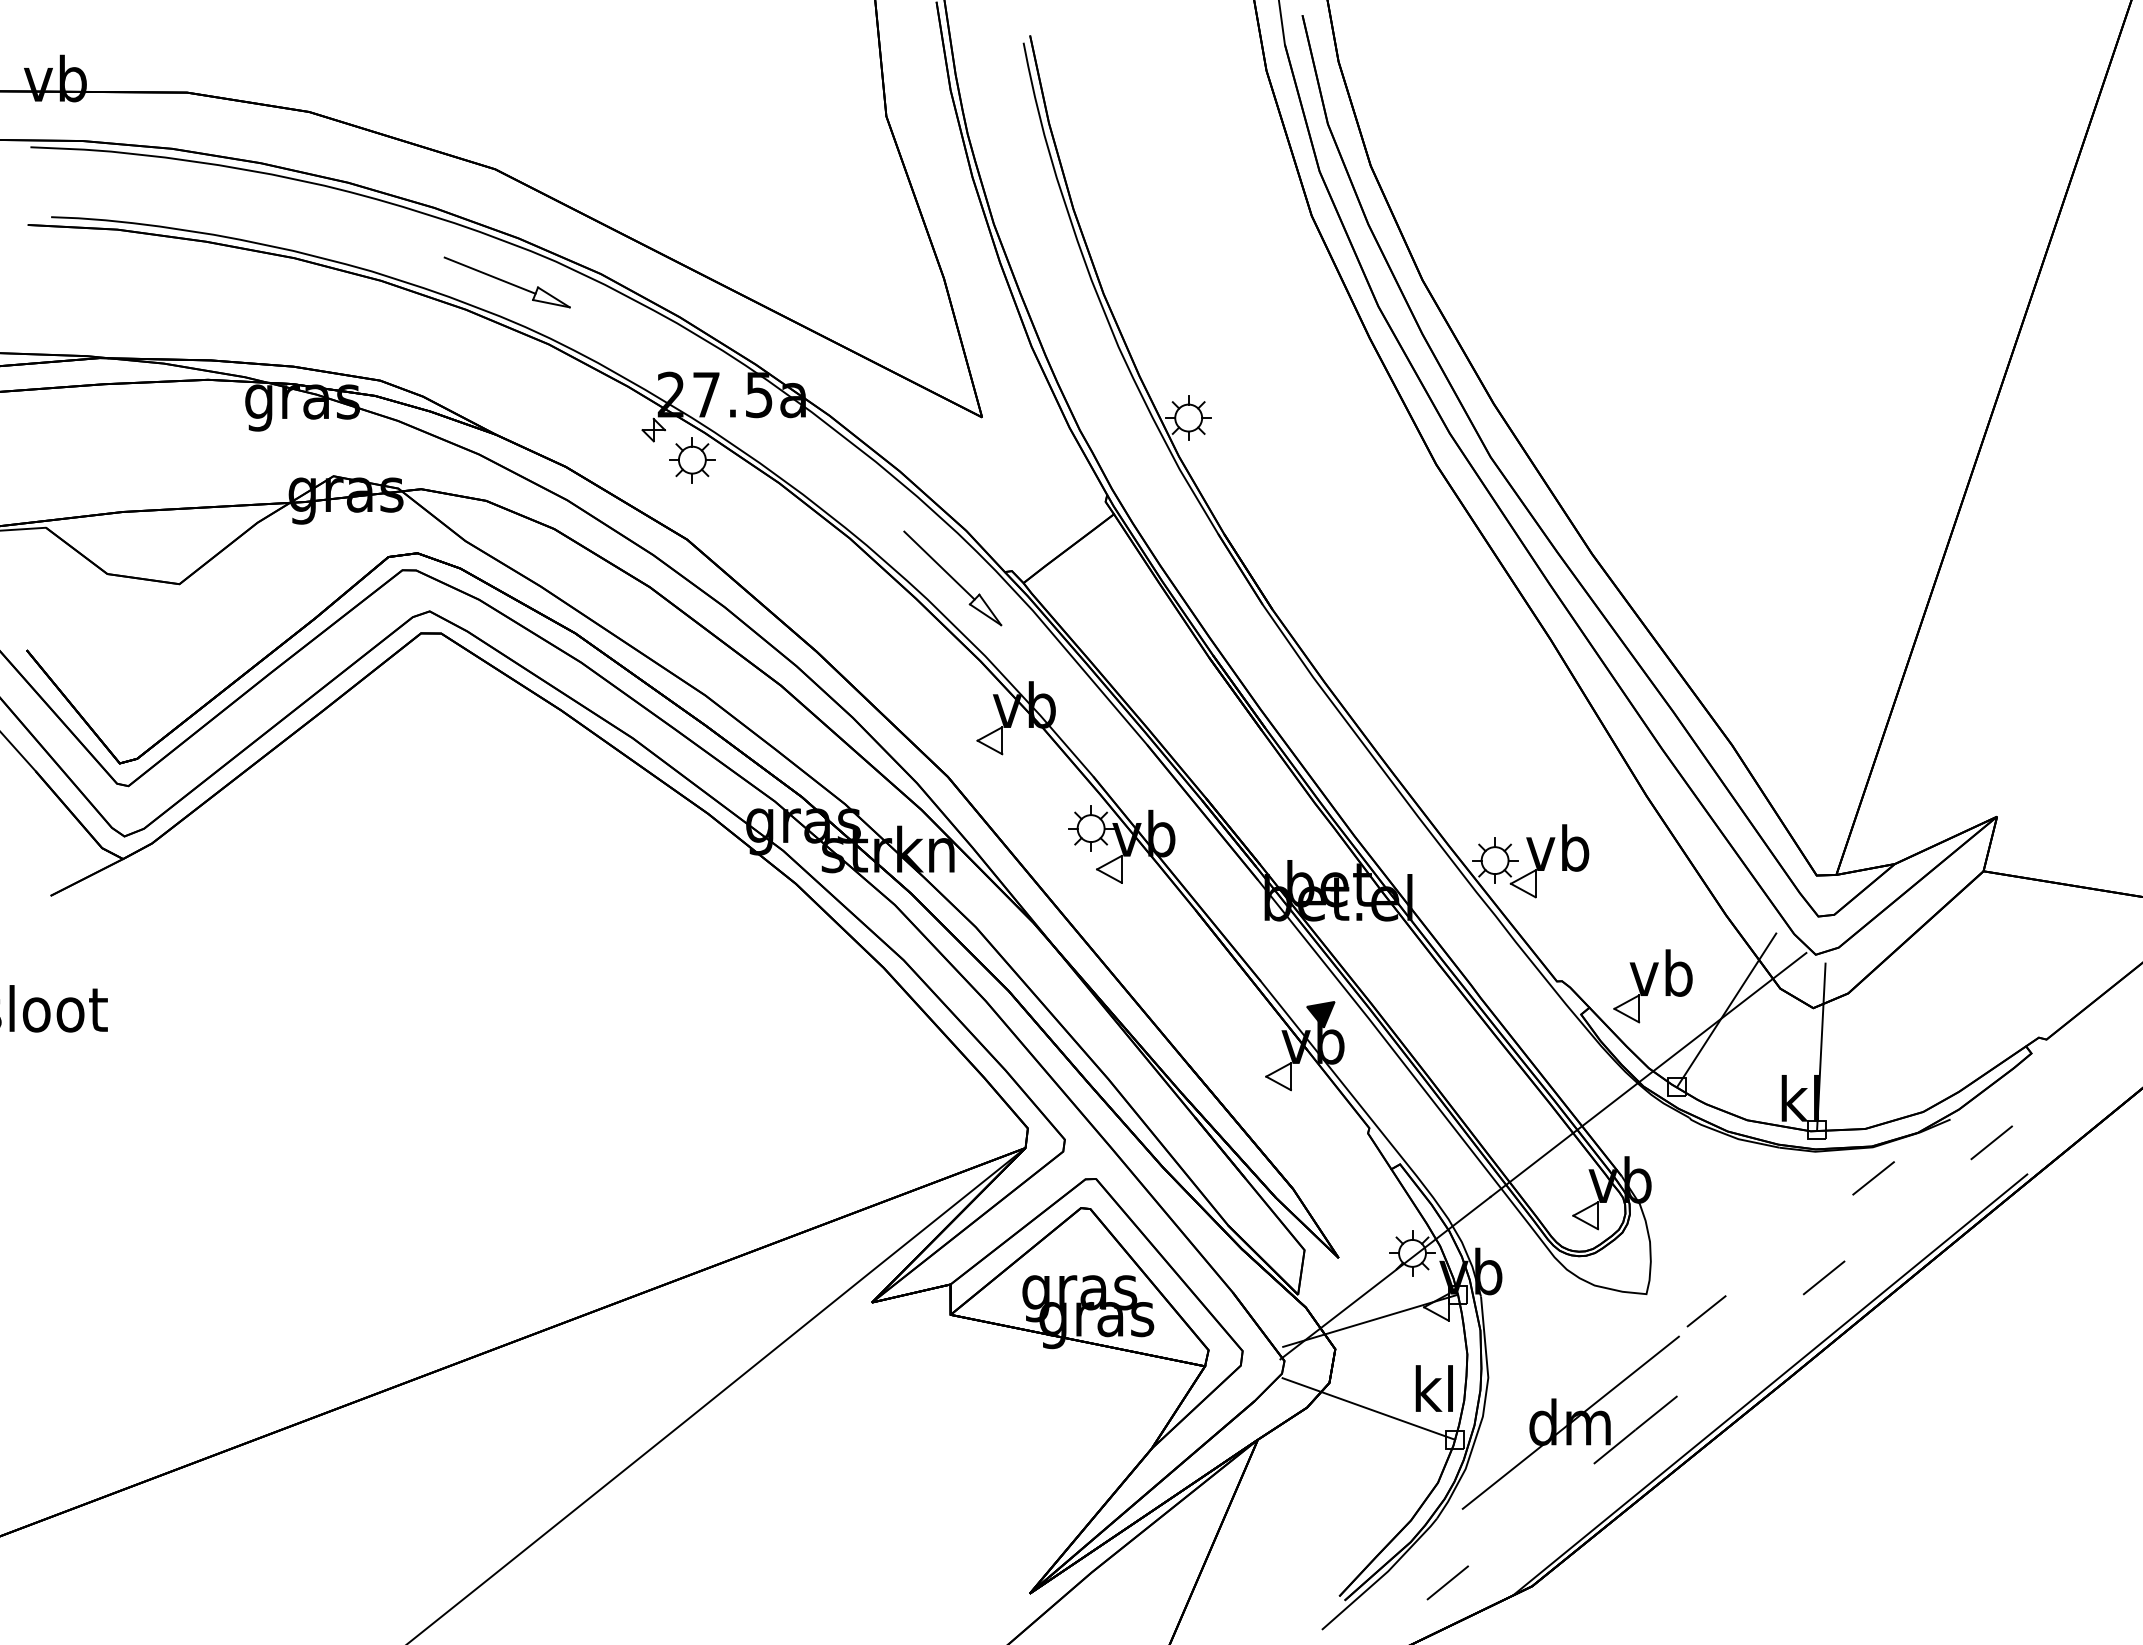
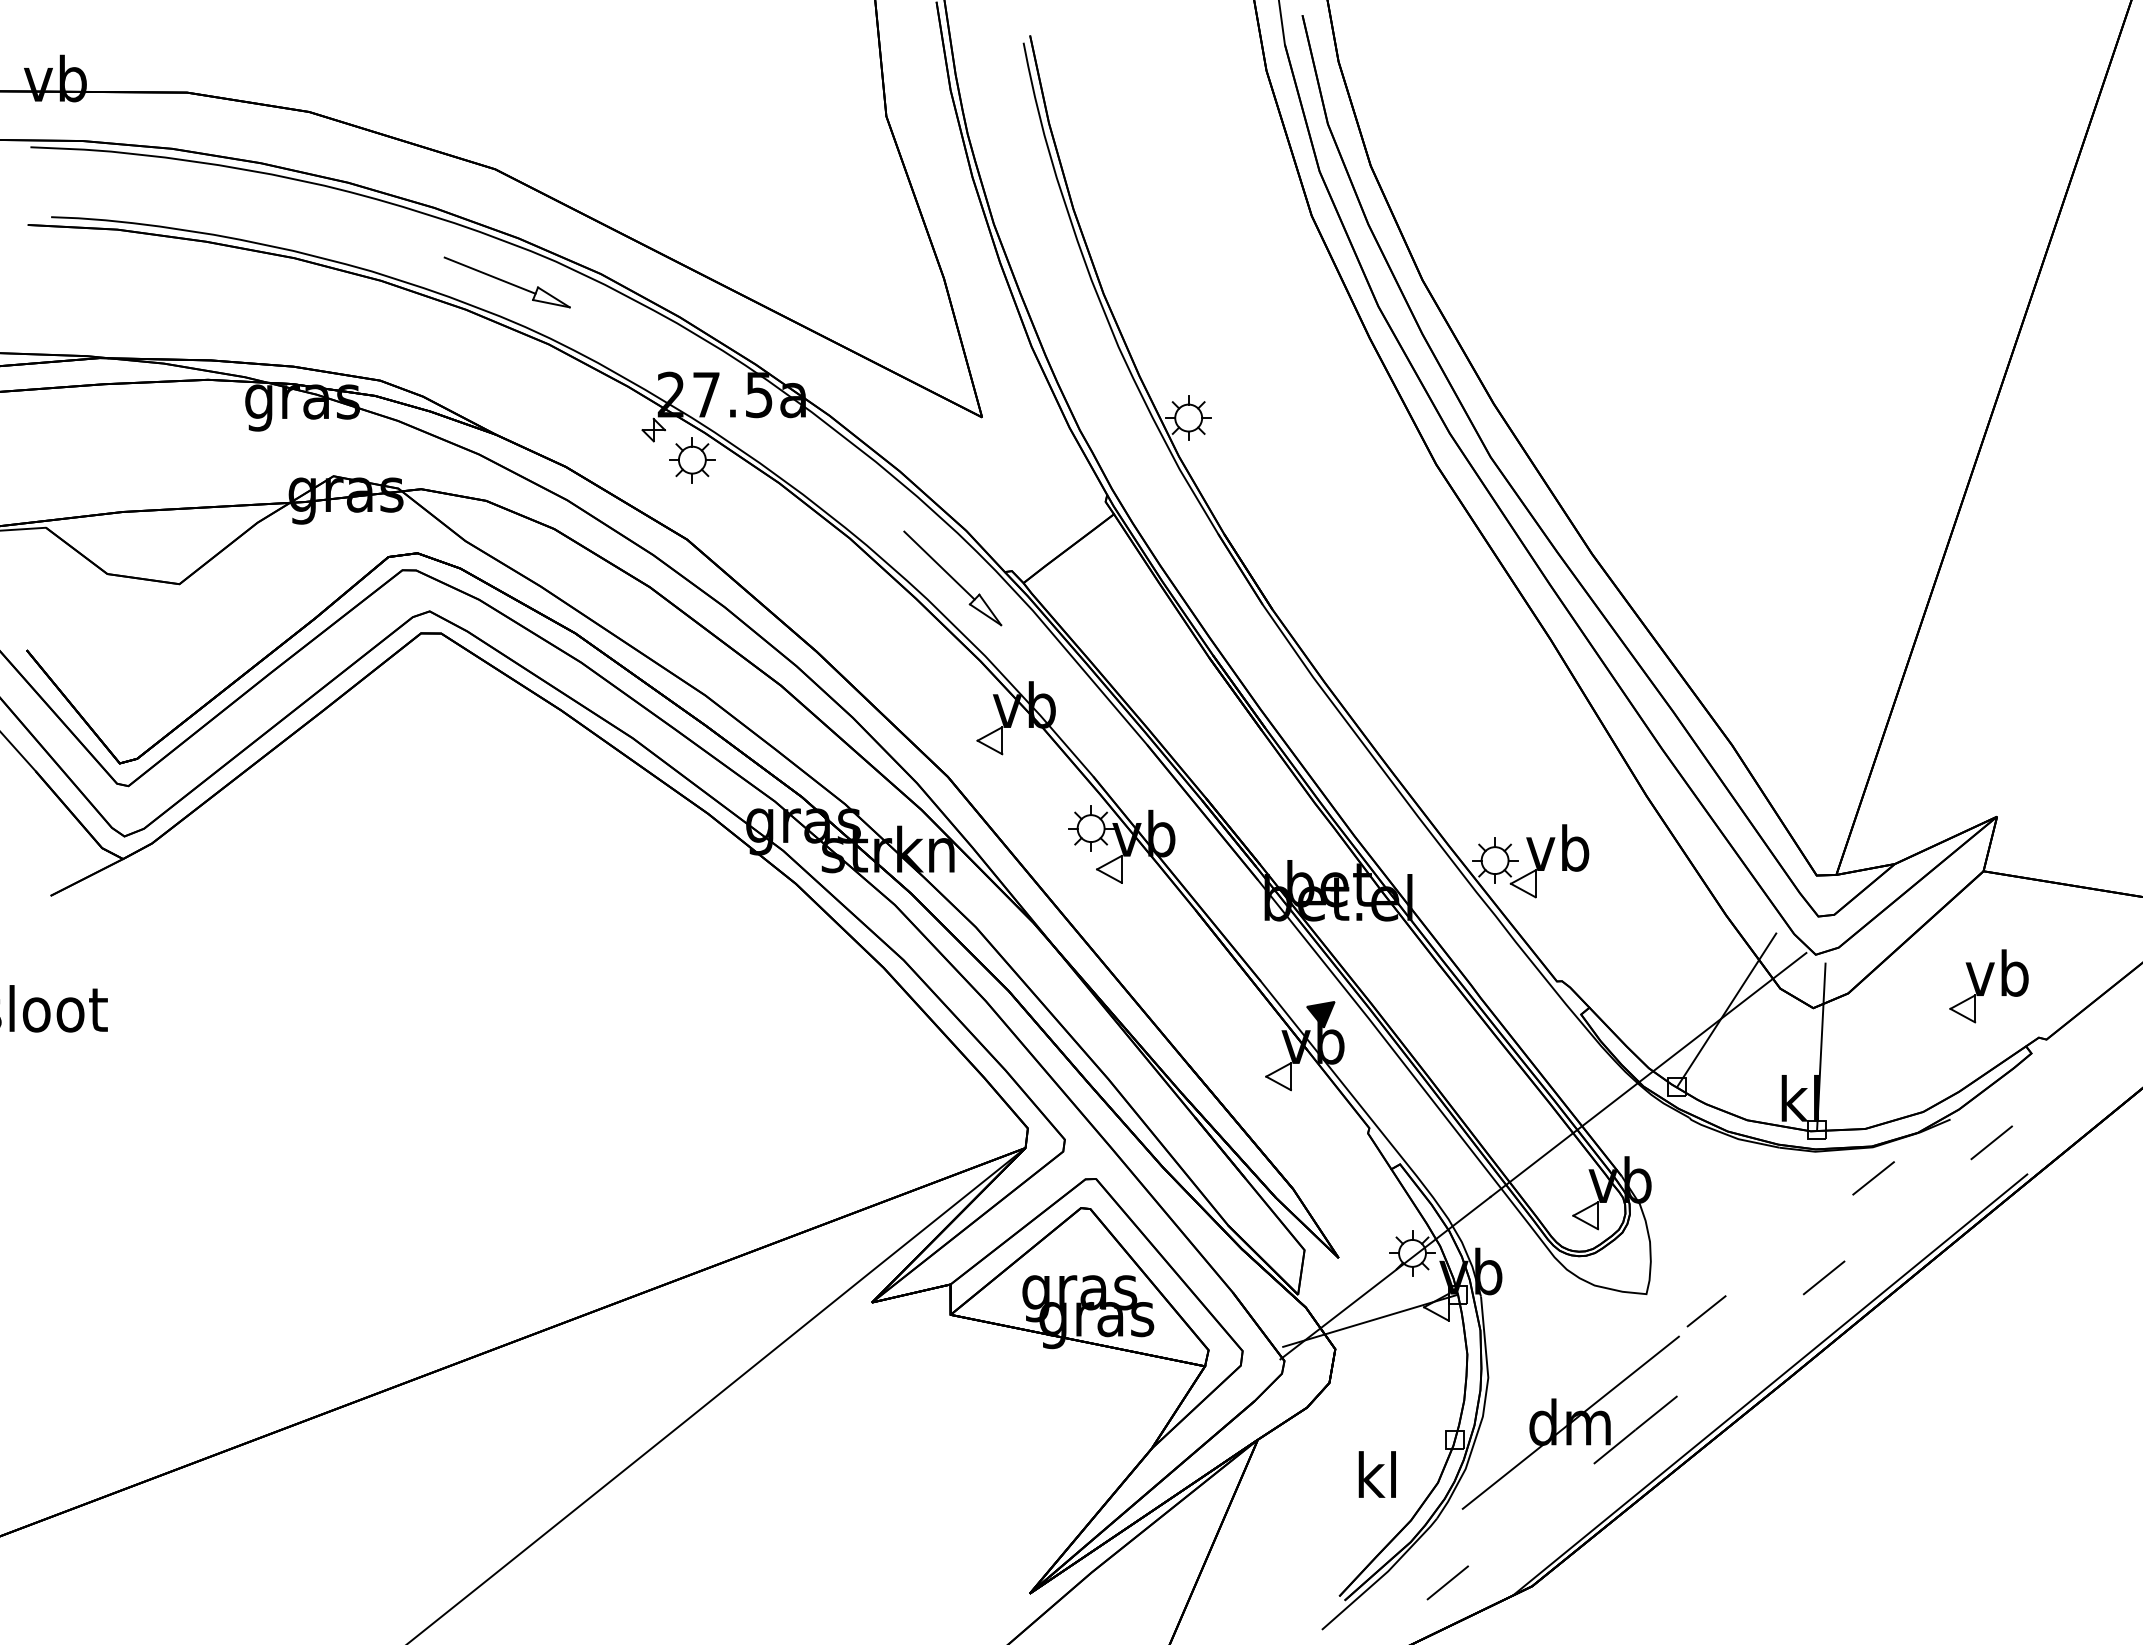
part at (1652, 986) position: (1652, 986) -> (1988, 986)
text at (1433, 1388) position: (1433, 1388) -> (1376, 1474)
line at (1368, 1408): present -> none
